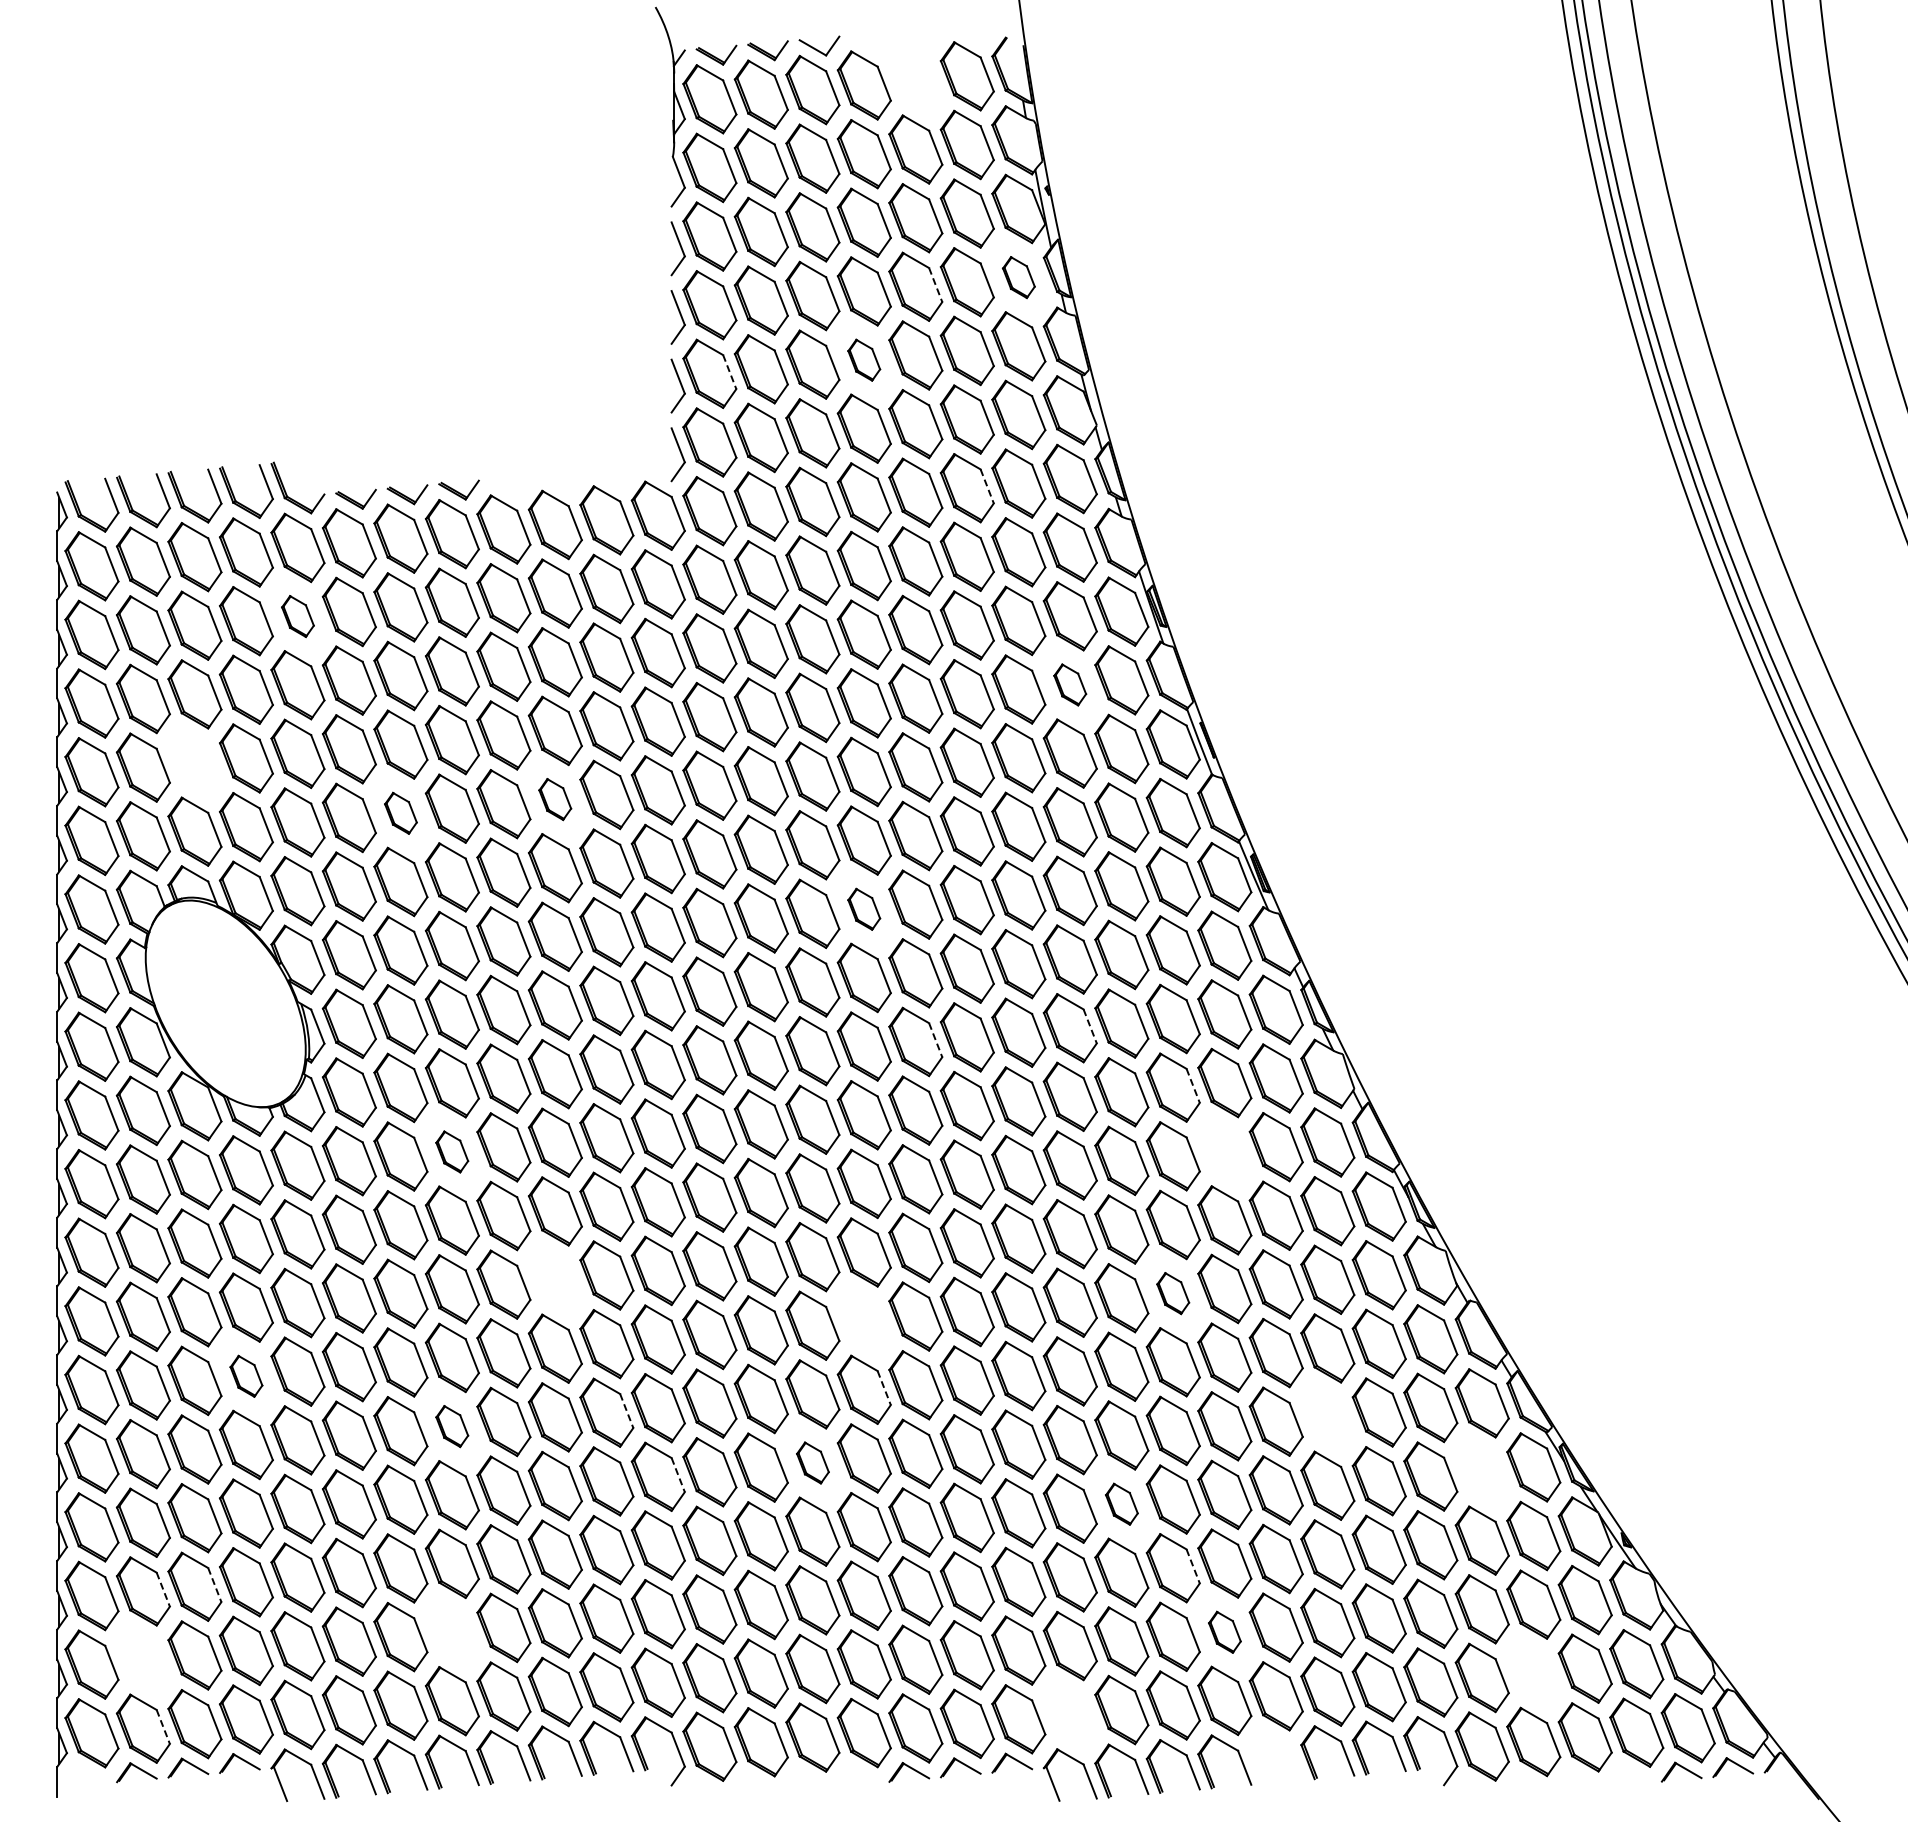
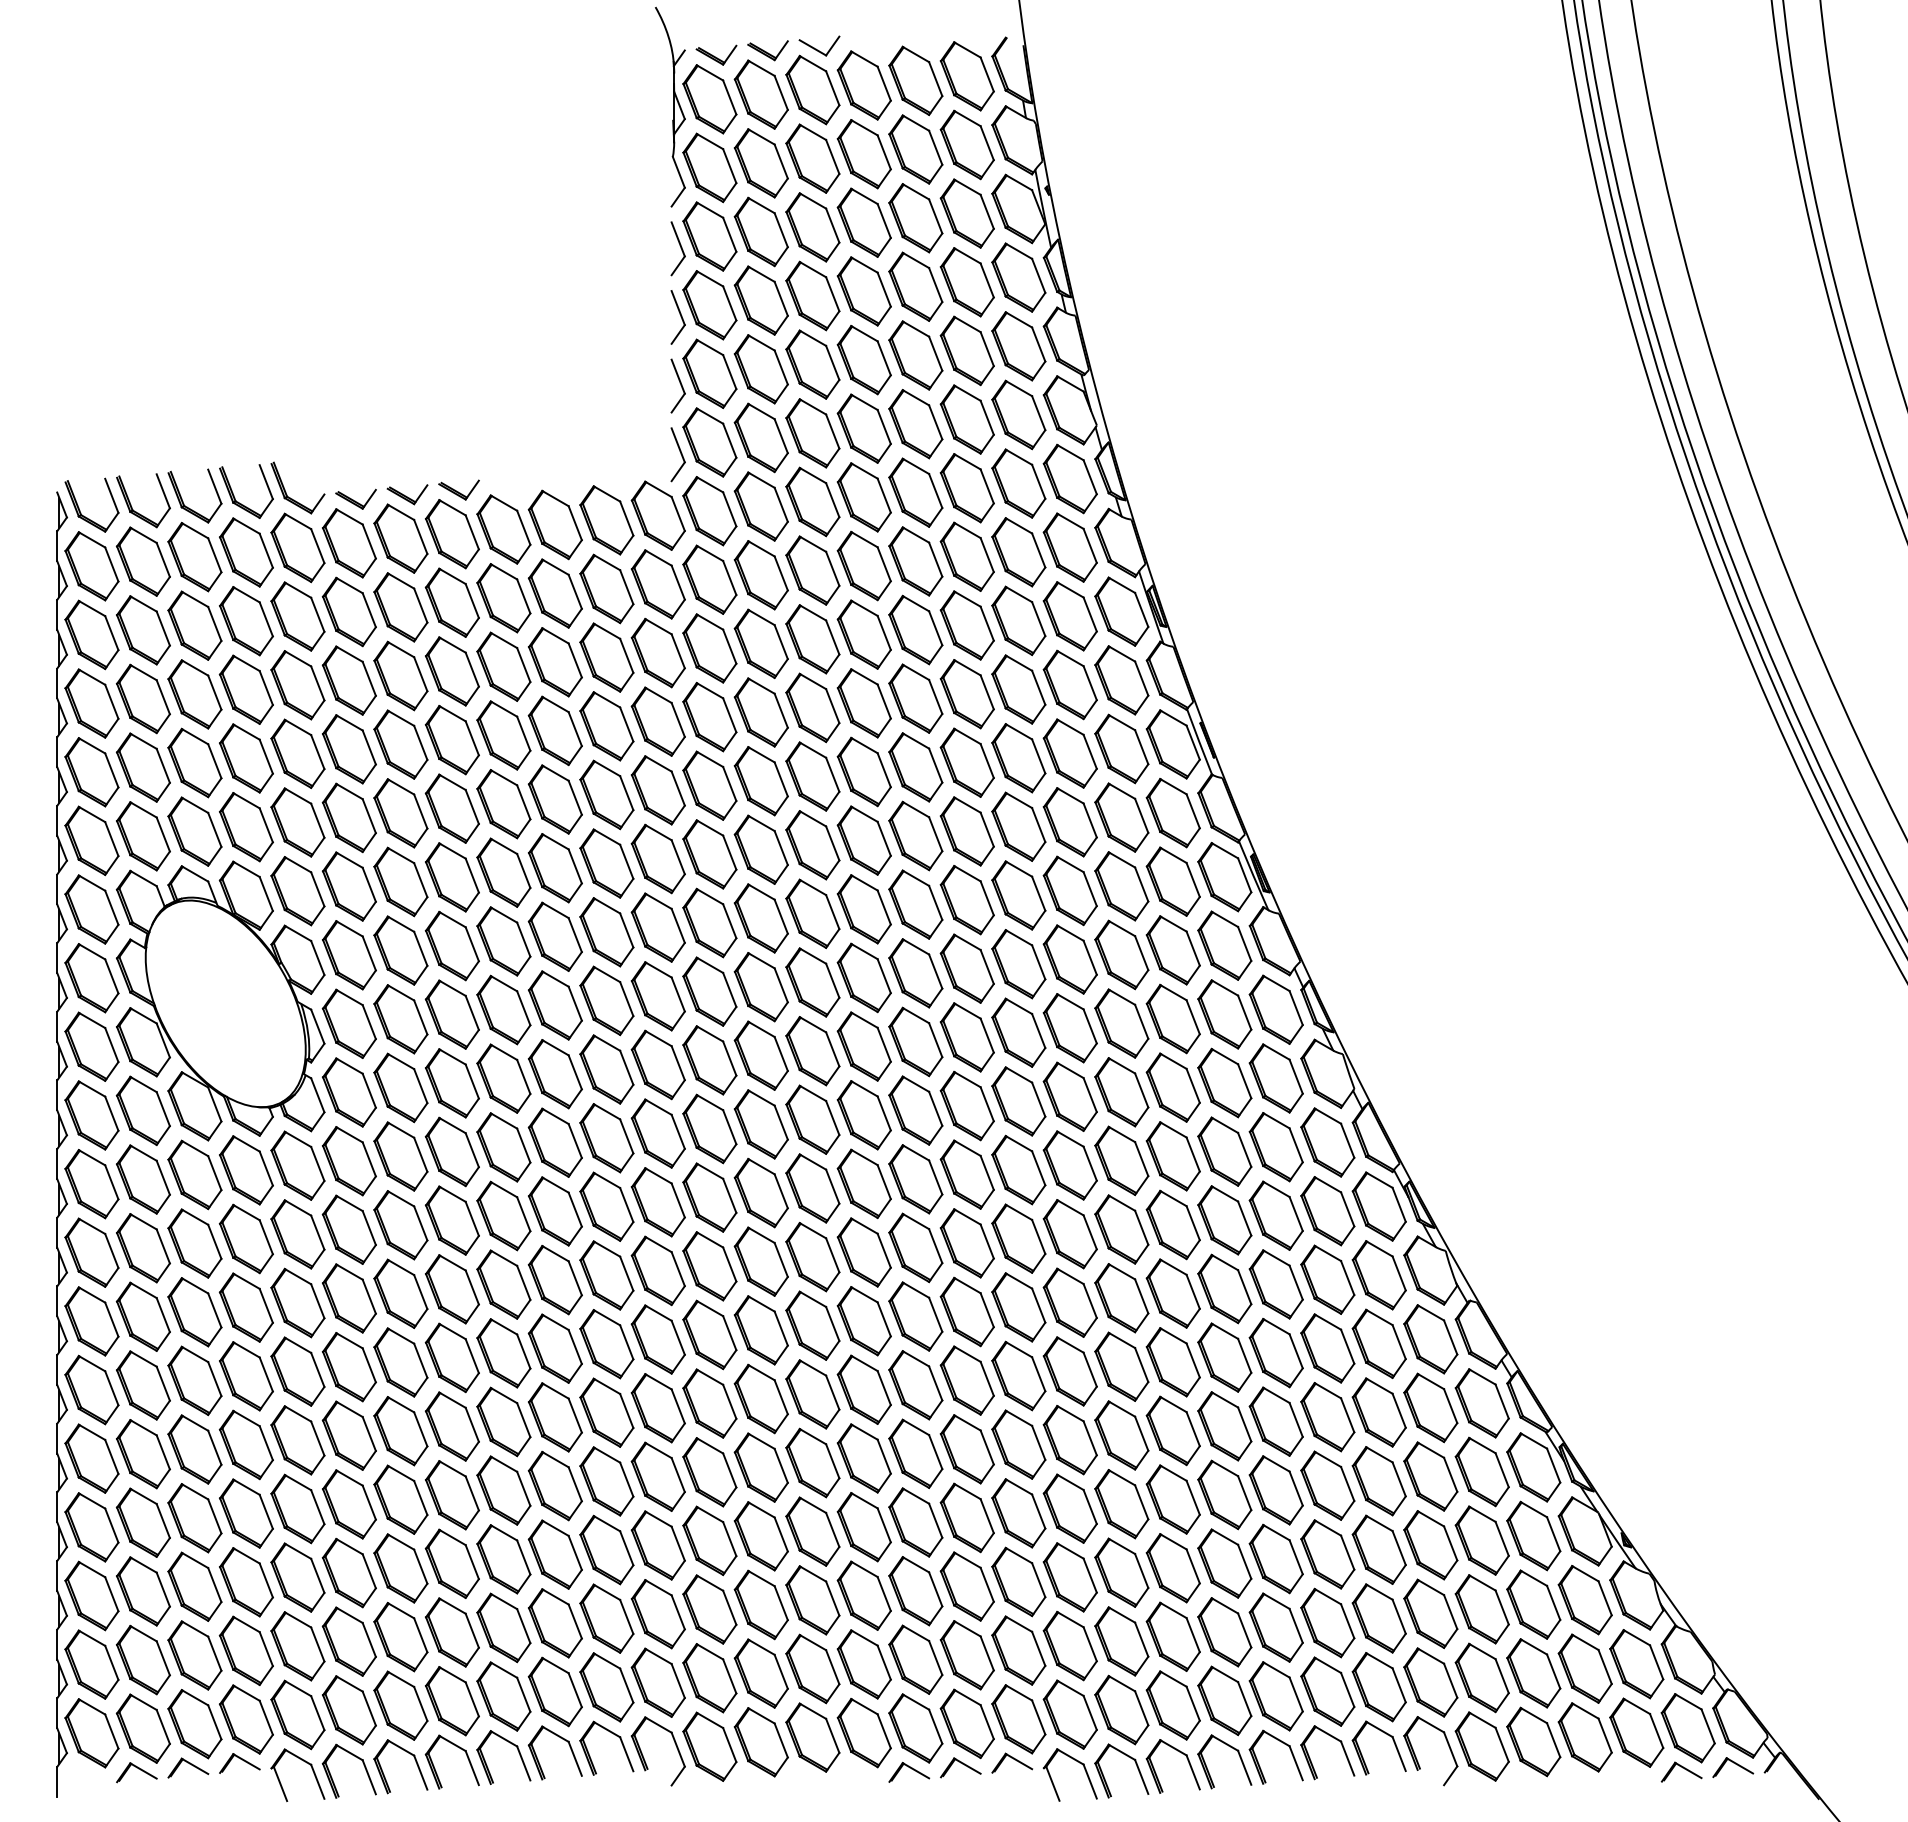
part at (915, 80): none -> present
part at (1018, 277) size: 35x44 px -> 56x71 px
line at (935, 285): dashed -> solid
part at (864, 359) size: 35x44 px -> 56x71 px
line at (729, 372): dashed -> solid
line at (987, 486): dashed -> solid
part at (297, 616) size: 34x44 px -> 56x71 px
part at (1070, 684) size: 35x44 px -> 56x72 px
part at (194, 762): none -> present
part at (555, 799) size: 35x44 px -> 56x71 px
part at (400, 812) size: 34x44 px -> 56x71 px
part at (864, 908) size: 35x44 px -> 56x71 px
line at (1090, 1026): dashed -> solid
line at (935, 1040): dashed -> solid
line at (1193, 1086): dashed -> solid
part at (452, 1151) size: 35x44 px -> 56x72 px
part at (1224, 1151): none -> present
part at (554, 1280): none -> present
part at (1173, 1293) size: 35x44 px -> 56x71 px
part at (863, 1321): none -> present
part at (246, 1375) size: 35x44 px -> 55x71 px
line at (884, 1388): dashed -> solid
line at (626, 1411): dashed -> solid
part at (1327, 1417): none -> present
part at (452, 1426) size: 35x44 px -> 56x71 px
part at (812, 1462) size: 34x44 px -> 56x72 px
part at (1481, 1471): none -> present
line at (678, 1475): dashed -> solid
part at (1121, 1503) size: 34x44 px -> 56x71 px
line at (1193, 1566): dashed -> solid
line at (214, 1585): dashed -> solid
line at (163, 1590): dashed -> solid
part at (1224, 1631) size: 34x44 px -> 56x71 px
part at (452, 1632): none -> present
part at (143, 1659): none -> present
part at (1533, 1673): none -> present
part at (1069, 1714): none -> present
line at (163, 1727): dashed -> solid
part at (1282, 1743): none -> present
